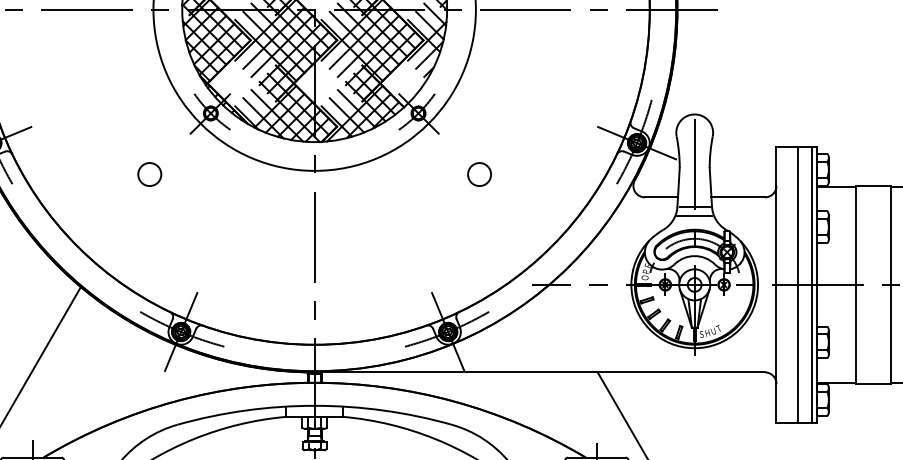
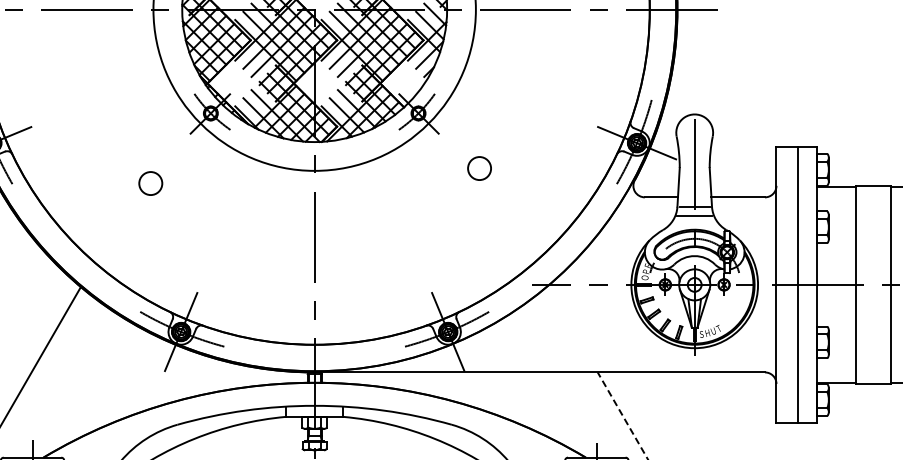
circle at (149, 174) position: (149, 174) -> (150, 183)
circle at (479, 174) position: (479, 174) -> (479, 168)
line at (812, 284): present -> none
line at (622, 415): solid -> dashed
